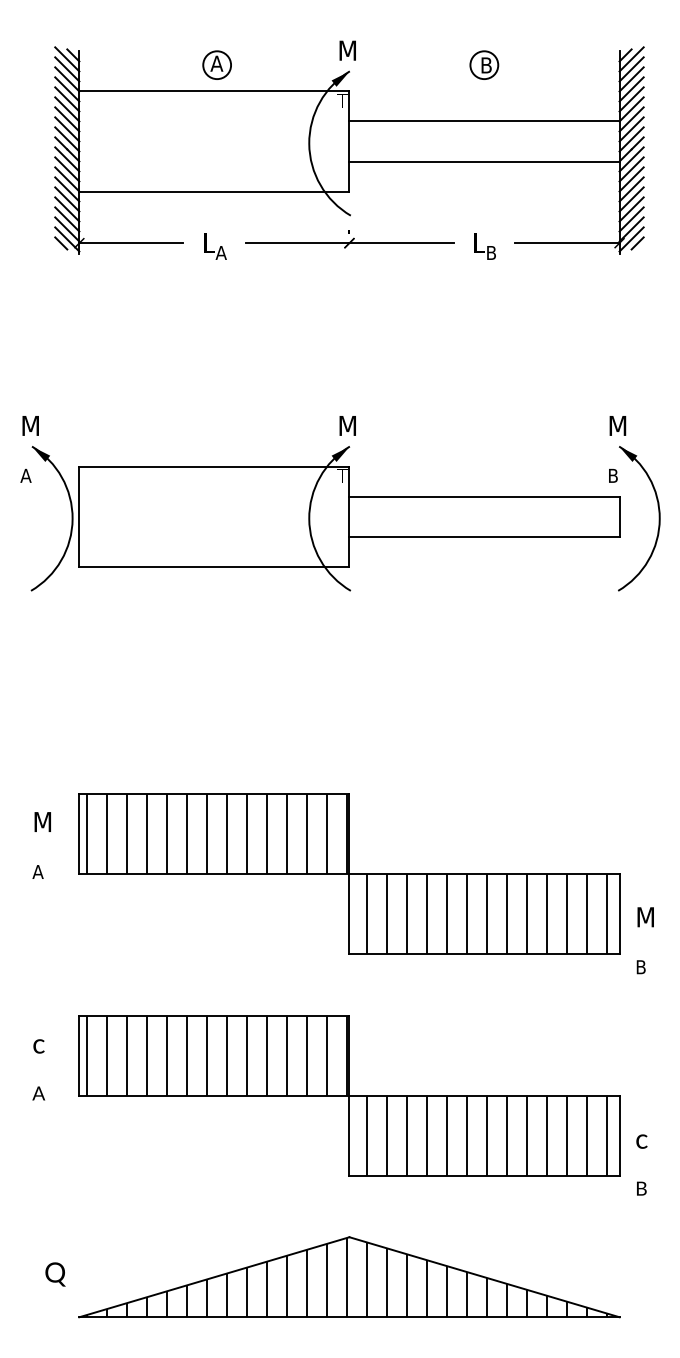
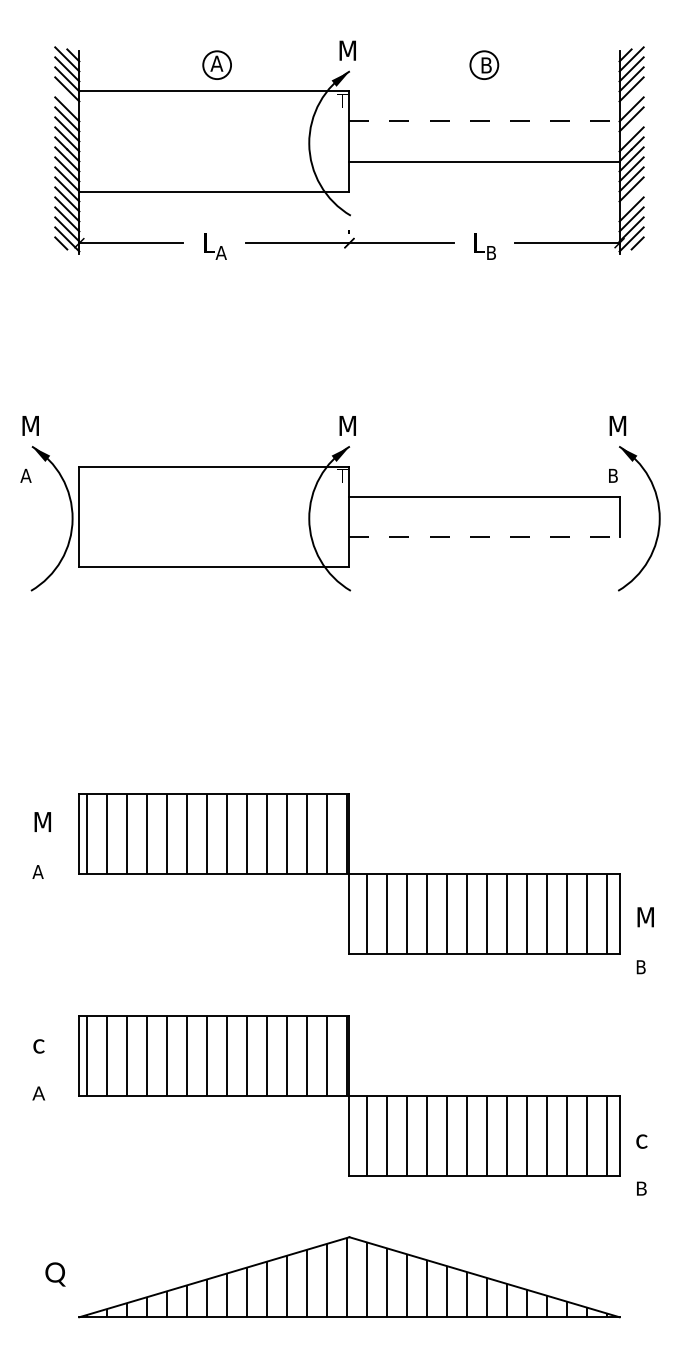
line at (67, 99): present -> none
line at (631, 99): present -> none
line at (485, 121): solid -> dashed
line at (631, 129): present -> none
line at (631, 199): present -> none
line at (485, 536): solid -> dashed
